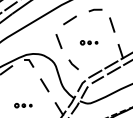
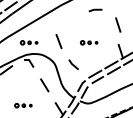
line at (69, 20): present -> none
line at (112, 24) position: (112, 24) -> (118, 24)
part at (28, 42): none -> present
